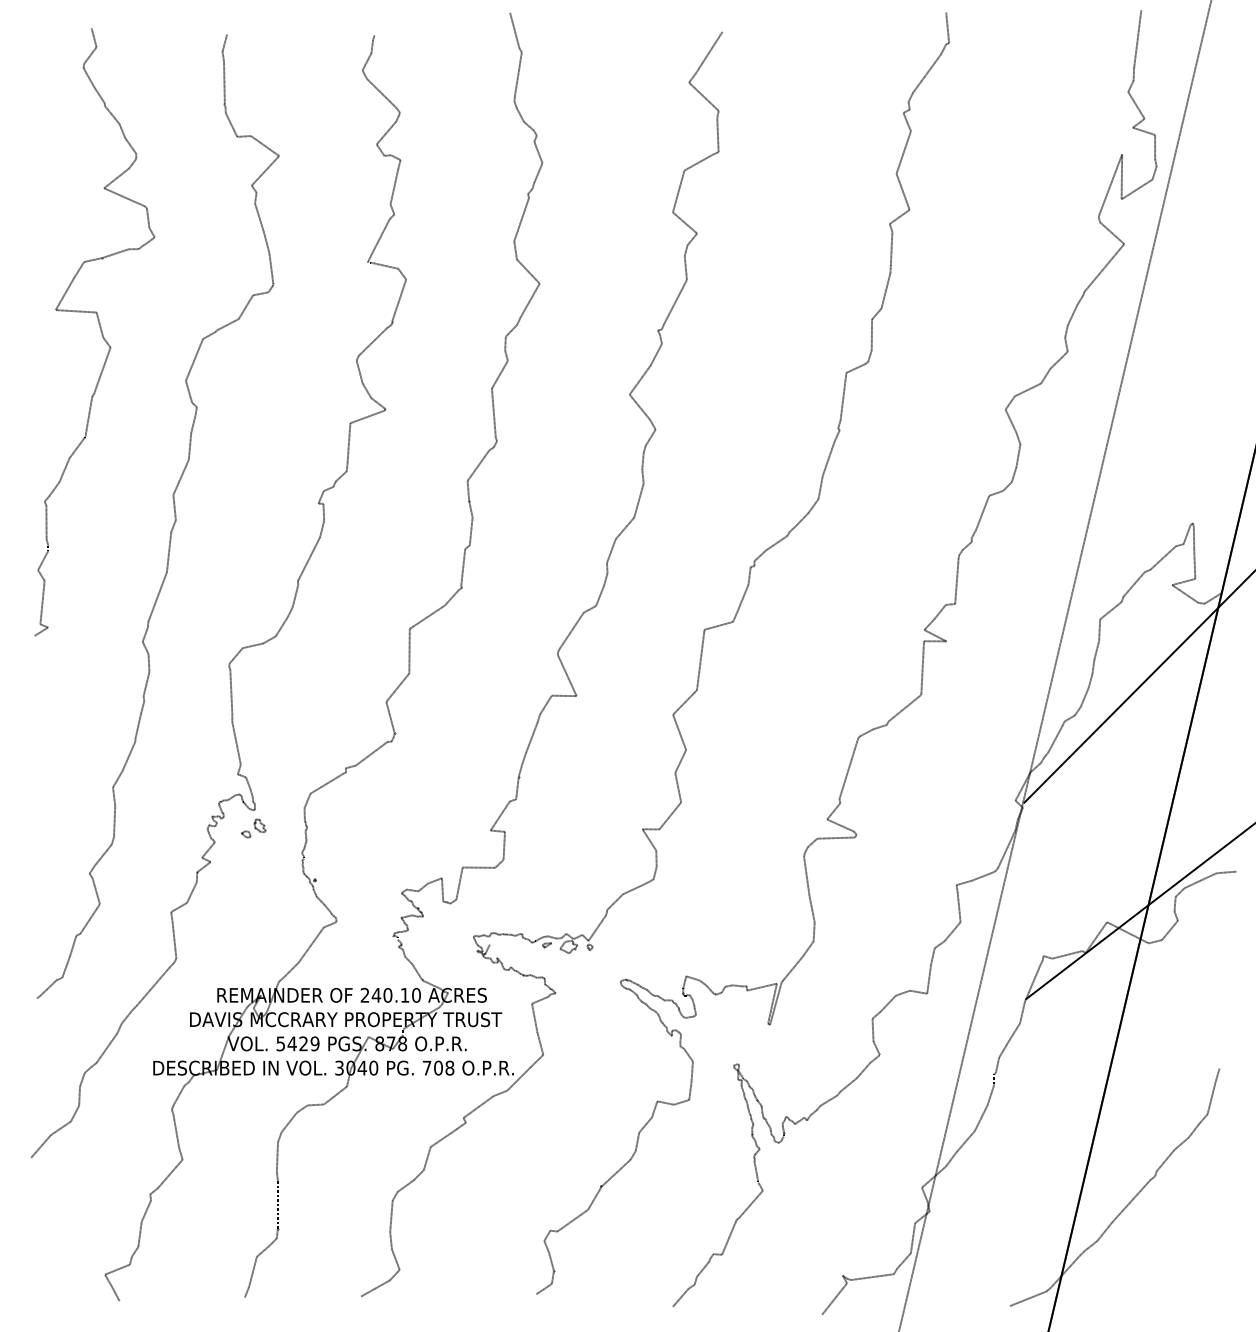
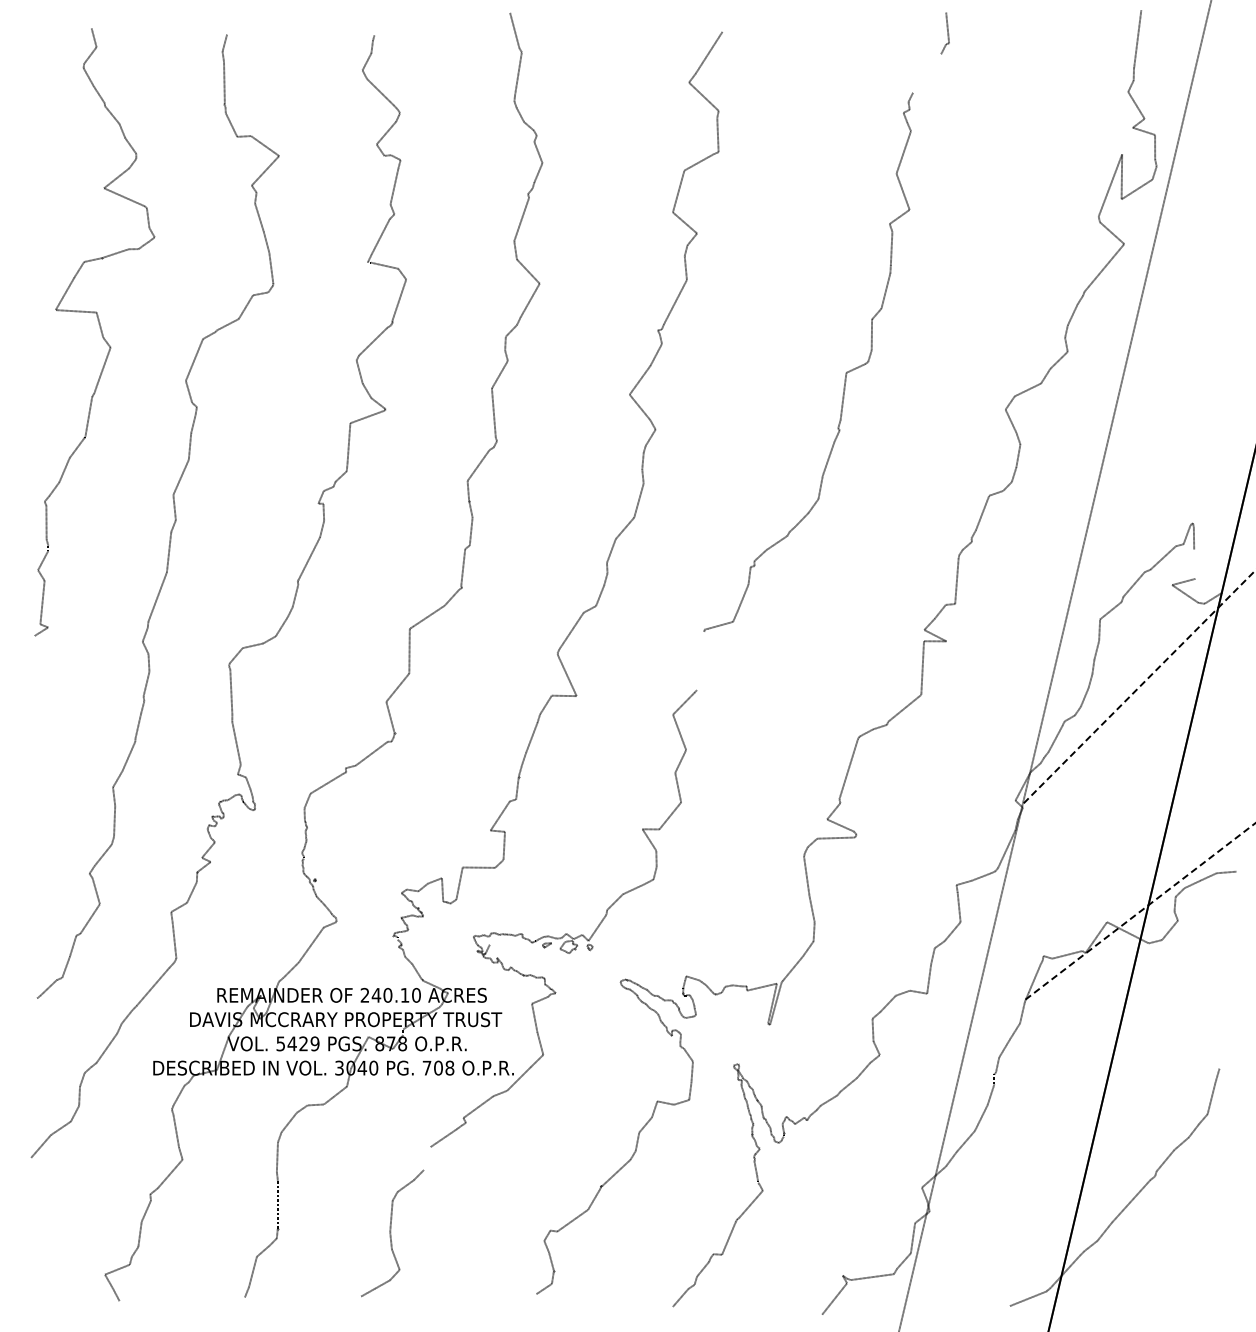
line at (927, 73): present -> none
line at (1194, 563): present -> none
line at (700, 661): present -> none
line at (1140, 686): solid -> dashed
part at (253, 828): present -> none
line at (1140, 911): solid -> dashed
line at (426, 1158): present -> none
